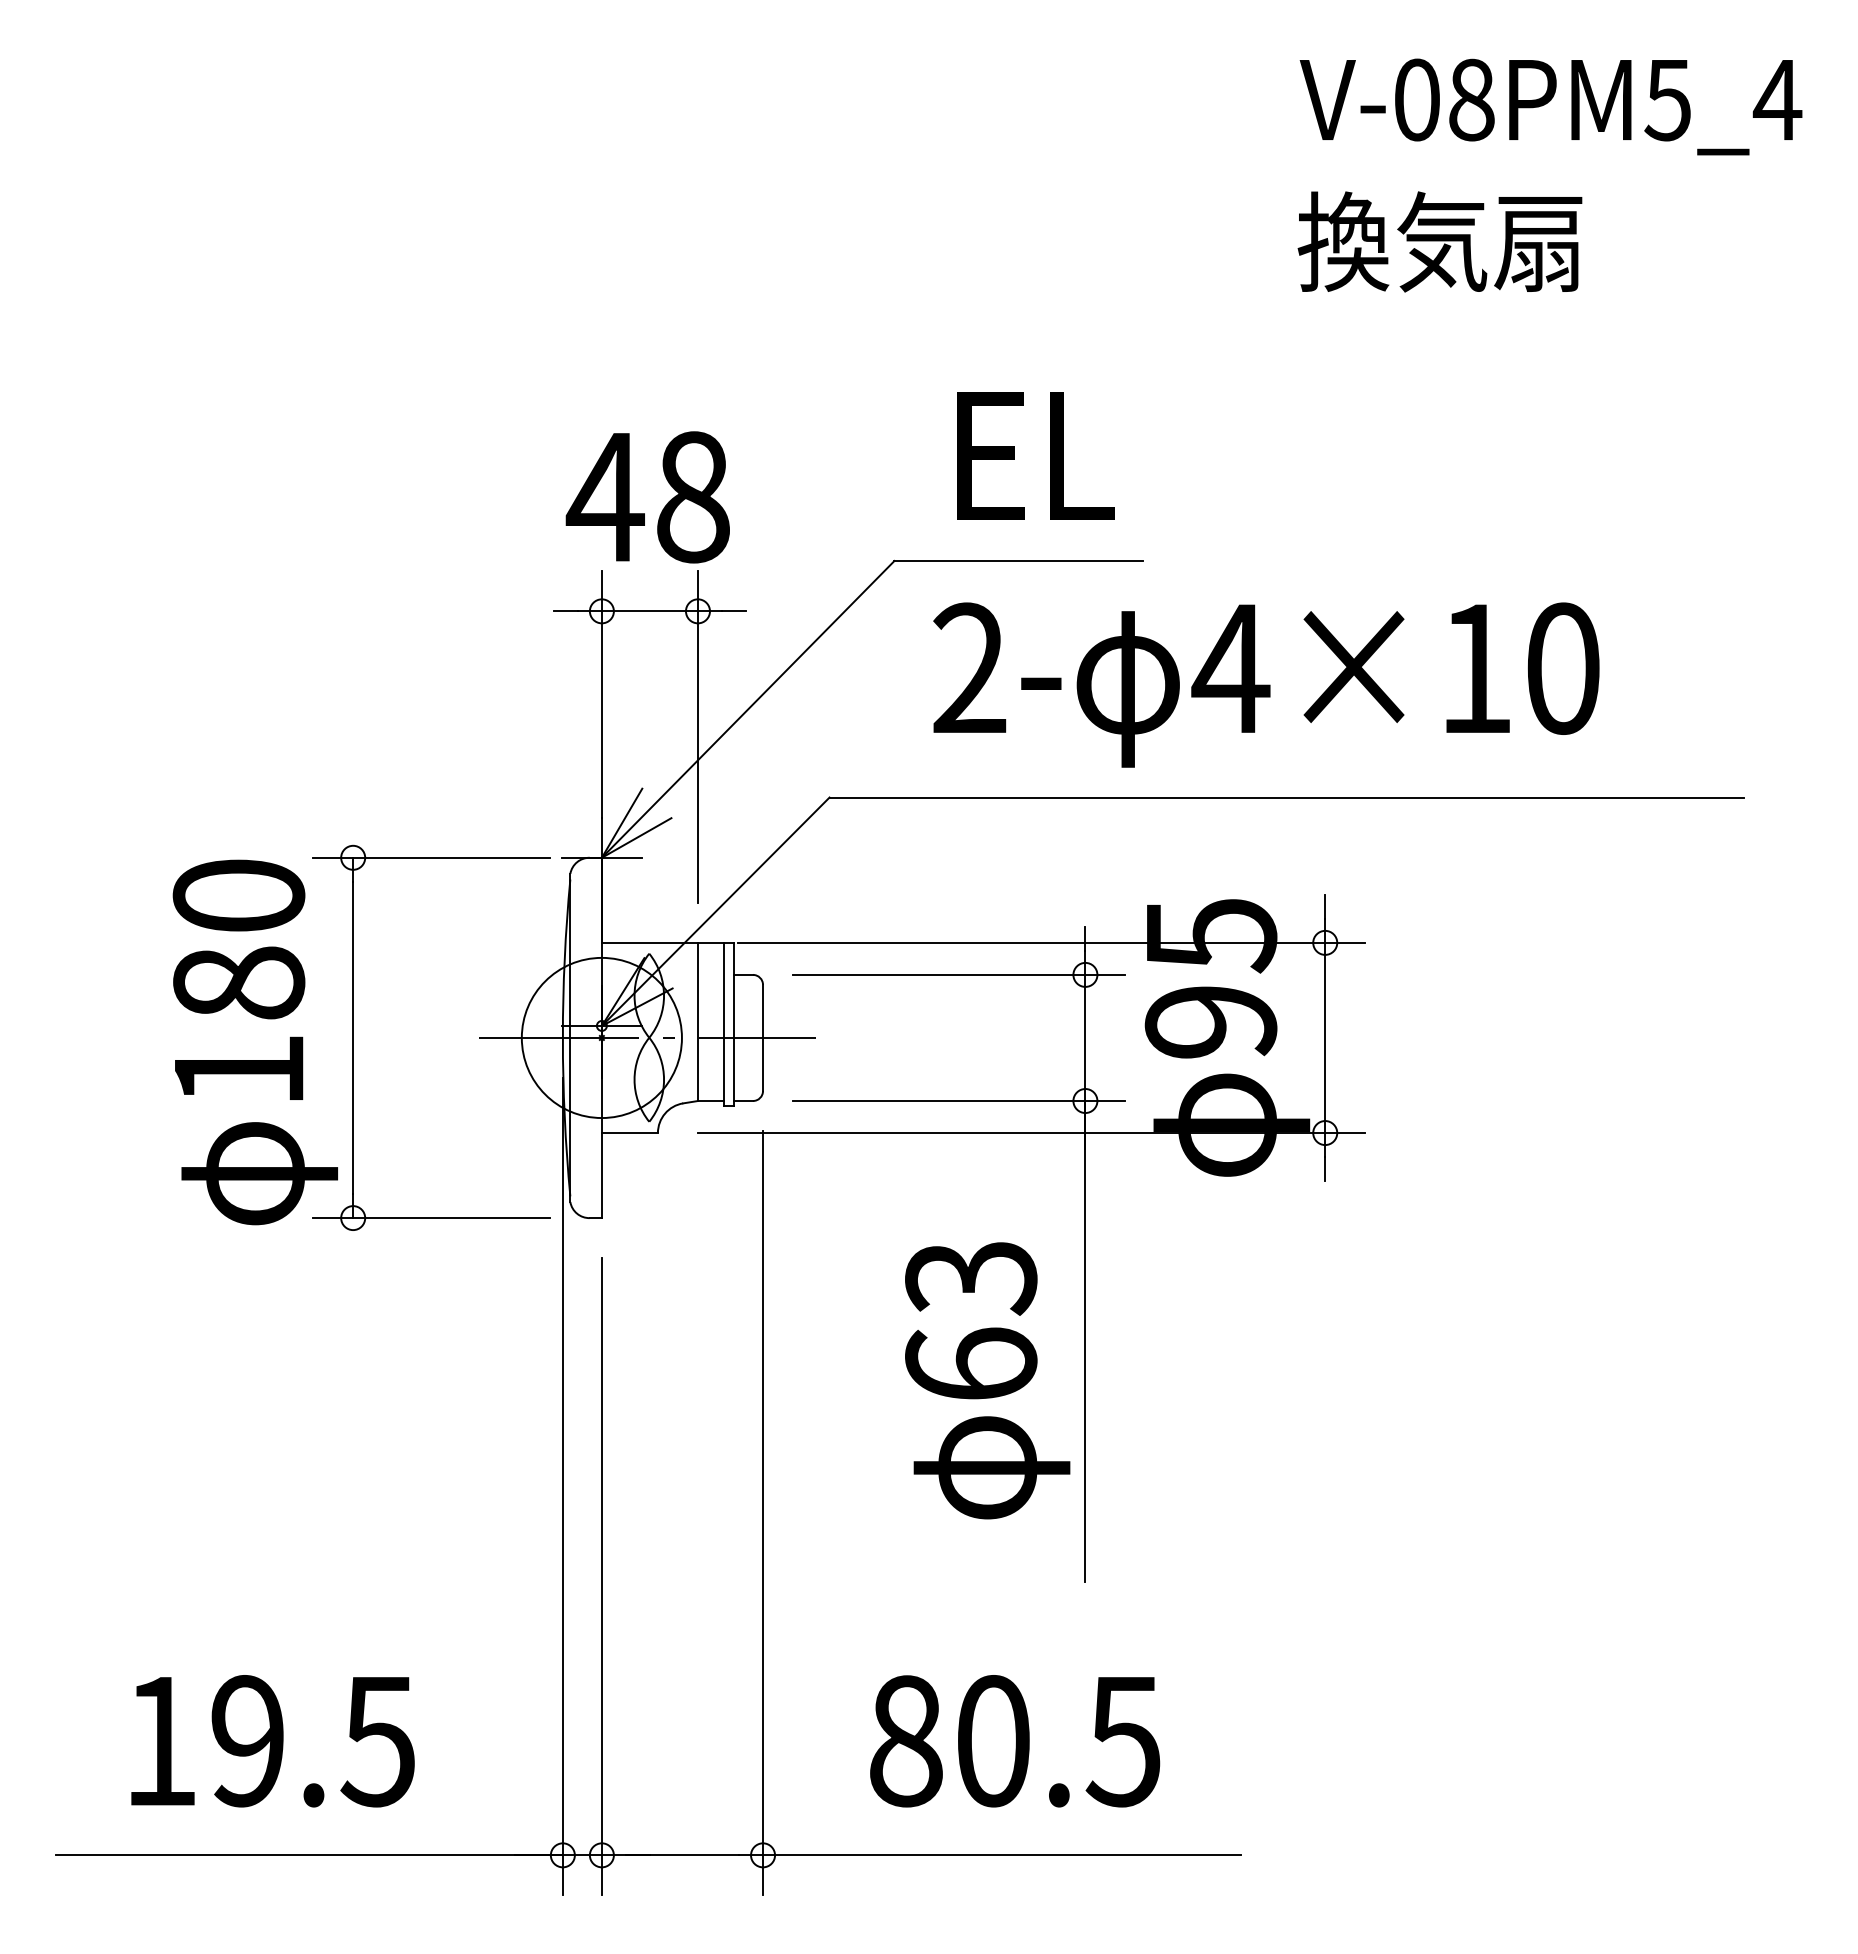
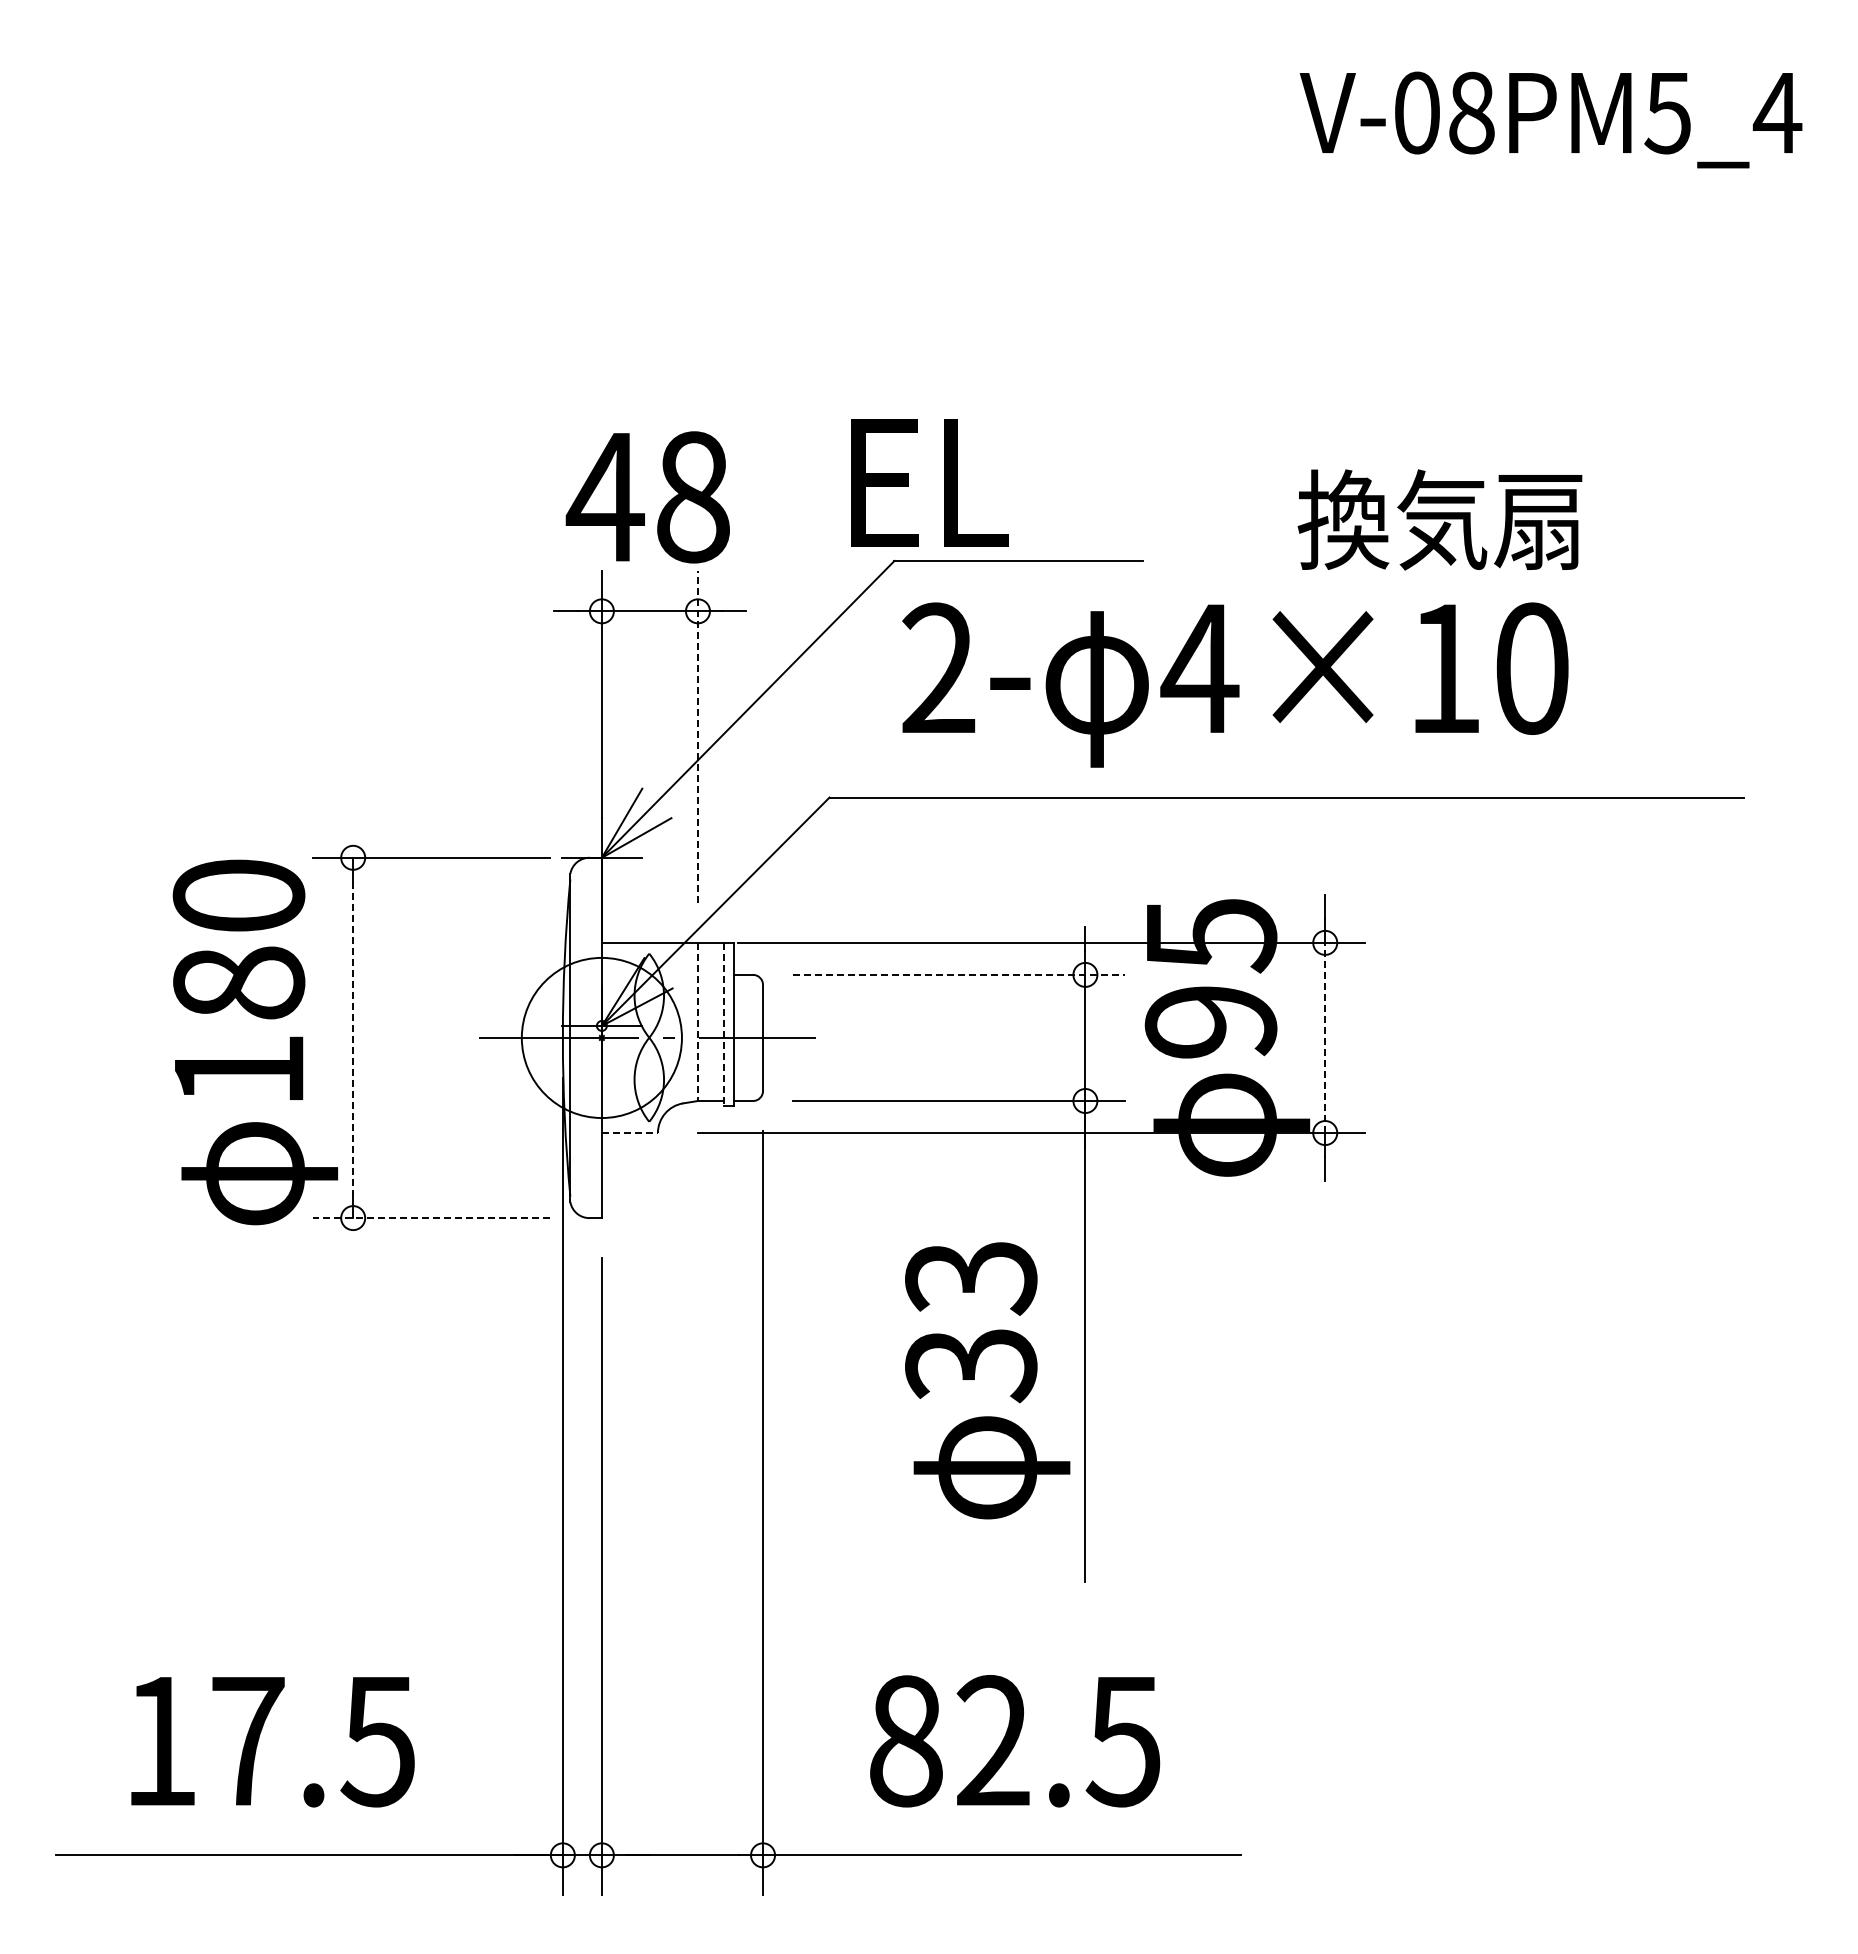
text at (1550, 106) position: (1550, 106) -> (1550, 119)
text at (1439, 241) position: (1439, 241) -> (1439, 519)
text at (1035, 455) position: (1035, 455) -> (929, 482)
text at (1266, 684) position: (1266, 684) -> (1235, 684)
line at (697, 737): solid -> dashed
line at (959, 974): solid -> dashed
line at (697, 1022): solid -> dashed
line at (724, 1024): solid -> dashed
line at (1325, 1037): solid -> dashed
line at (353, 1038): solid -> dashed
line at (630, 1133): solid -> dashed
line at (431, 1218): solid -> dashed
text at (971, 1365): 63 -> 33
text at (247, 1741): 19.5 -> 17.5
text at (992, 1741): 80.5 -> 82.5
